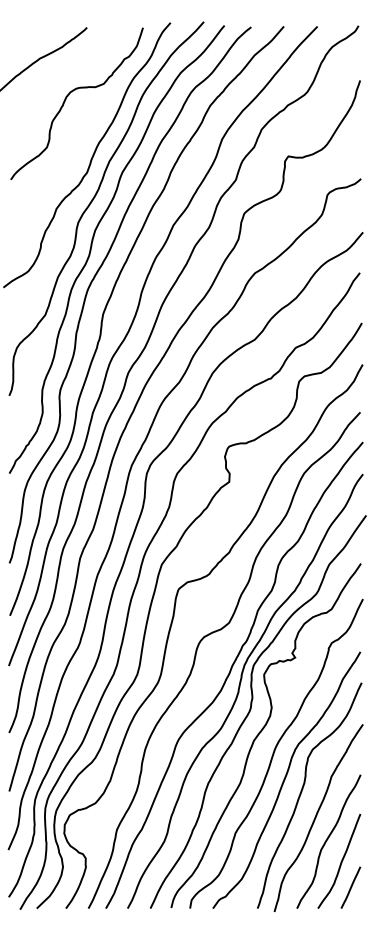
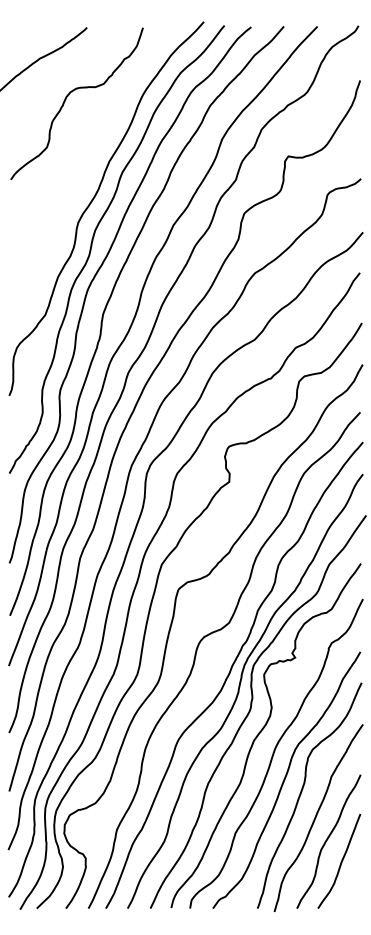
curve at (91, 156): present -> none
line at (350, 887): present -> none
